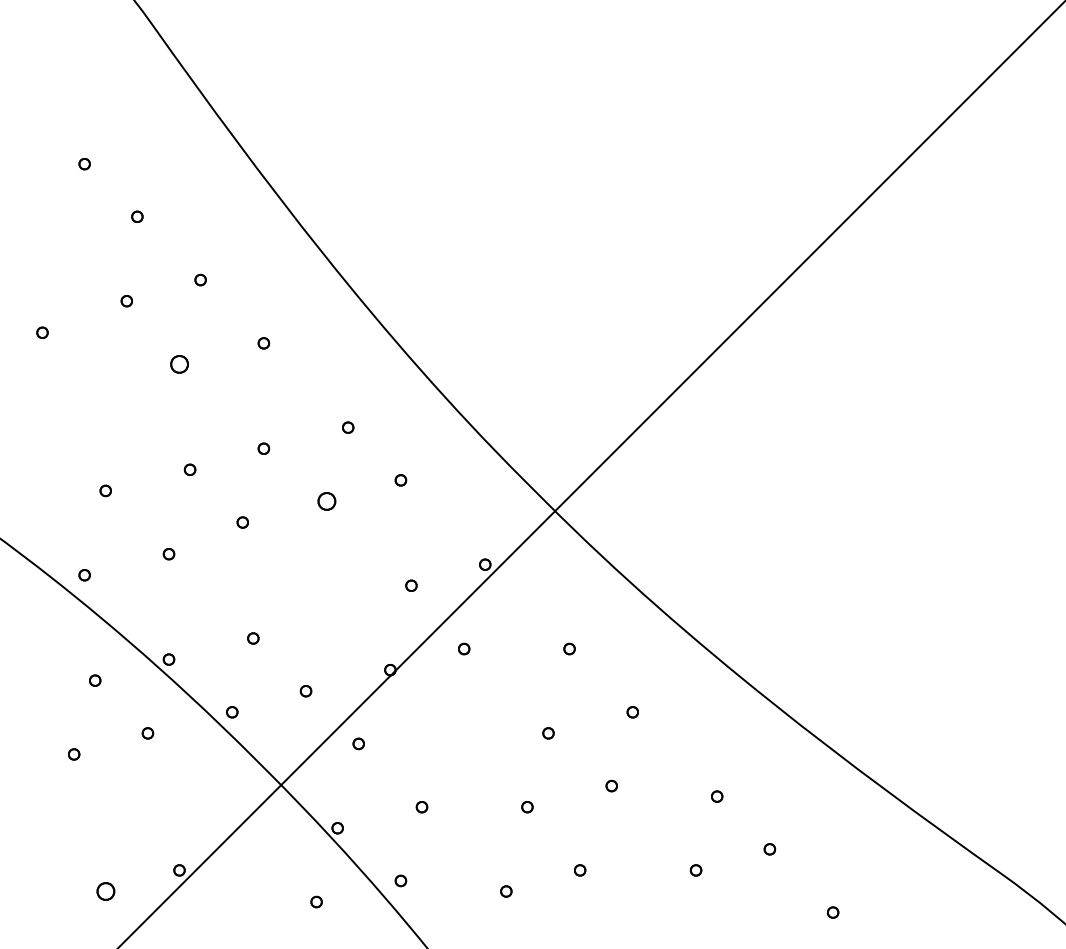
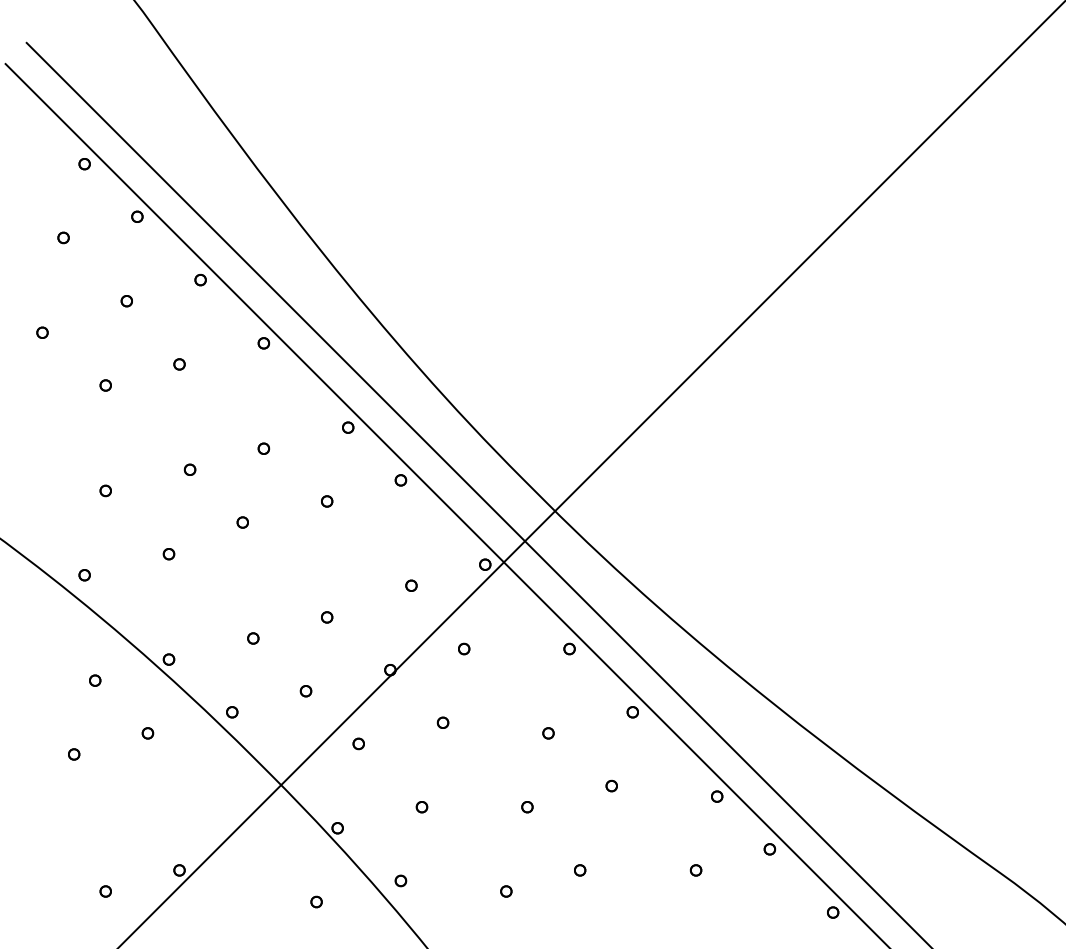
part at (63, 237): none -> present
part at (179, 364) size: 19x19 px -> 13x13 px
part at (105, 385): none -> present
line at (477, 493): none -> present
part at (326, 501) size: 20x19 px -> 13x13 px
line at (446, 504): none -> present
part at (327, 617): none -> present
part at (442, 722): none -> present
part at (105, 891) size: 20x19 px -> 13x13 px
